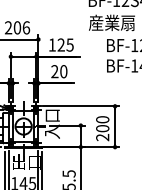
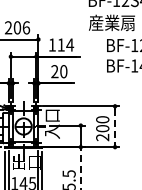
text at (65, 44): 125 -> 114
line at (115, 126): solid -> dashed
line at (80, 168): solid -> dashed
